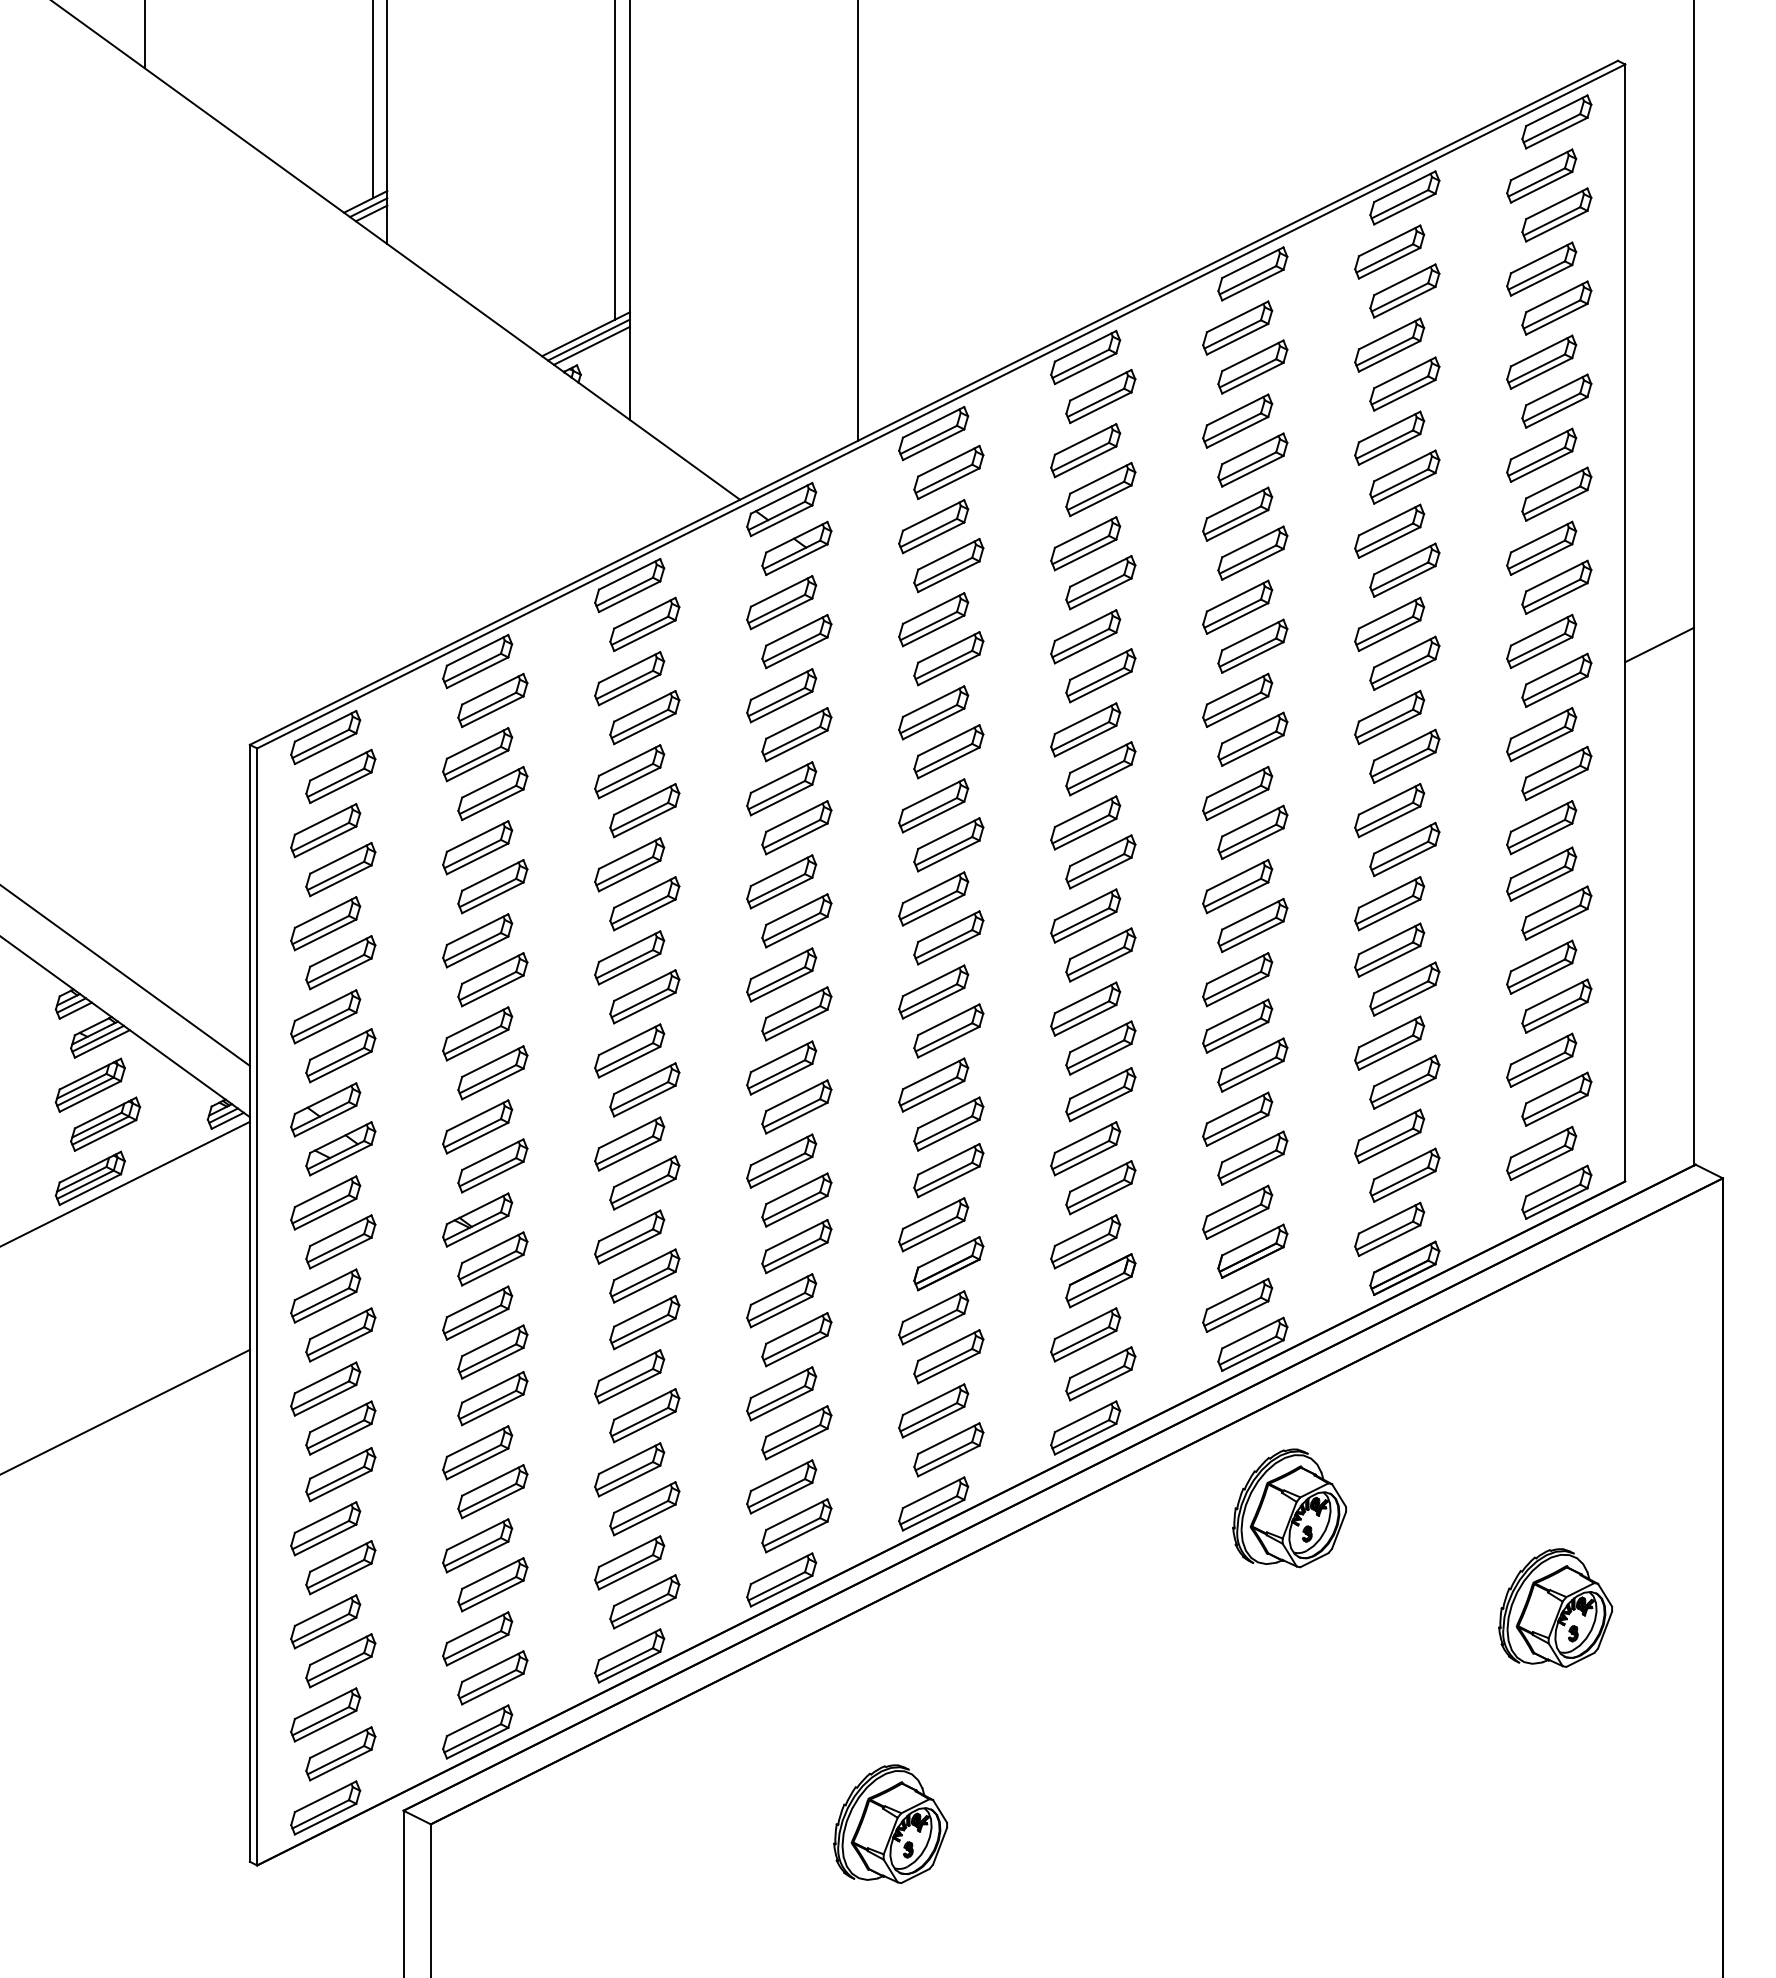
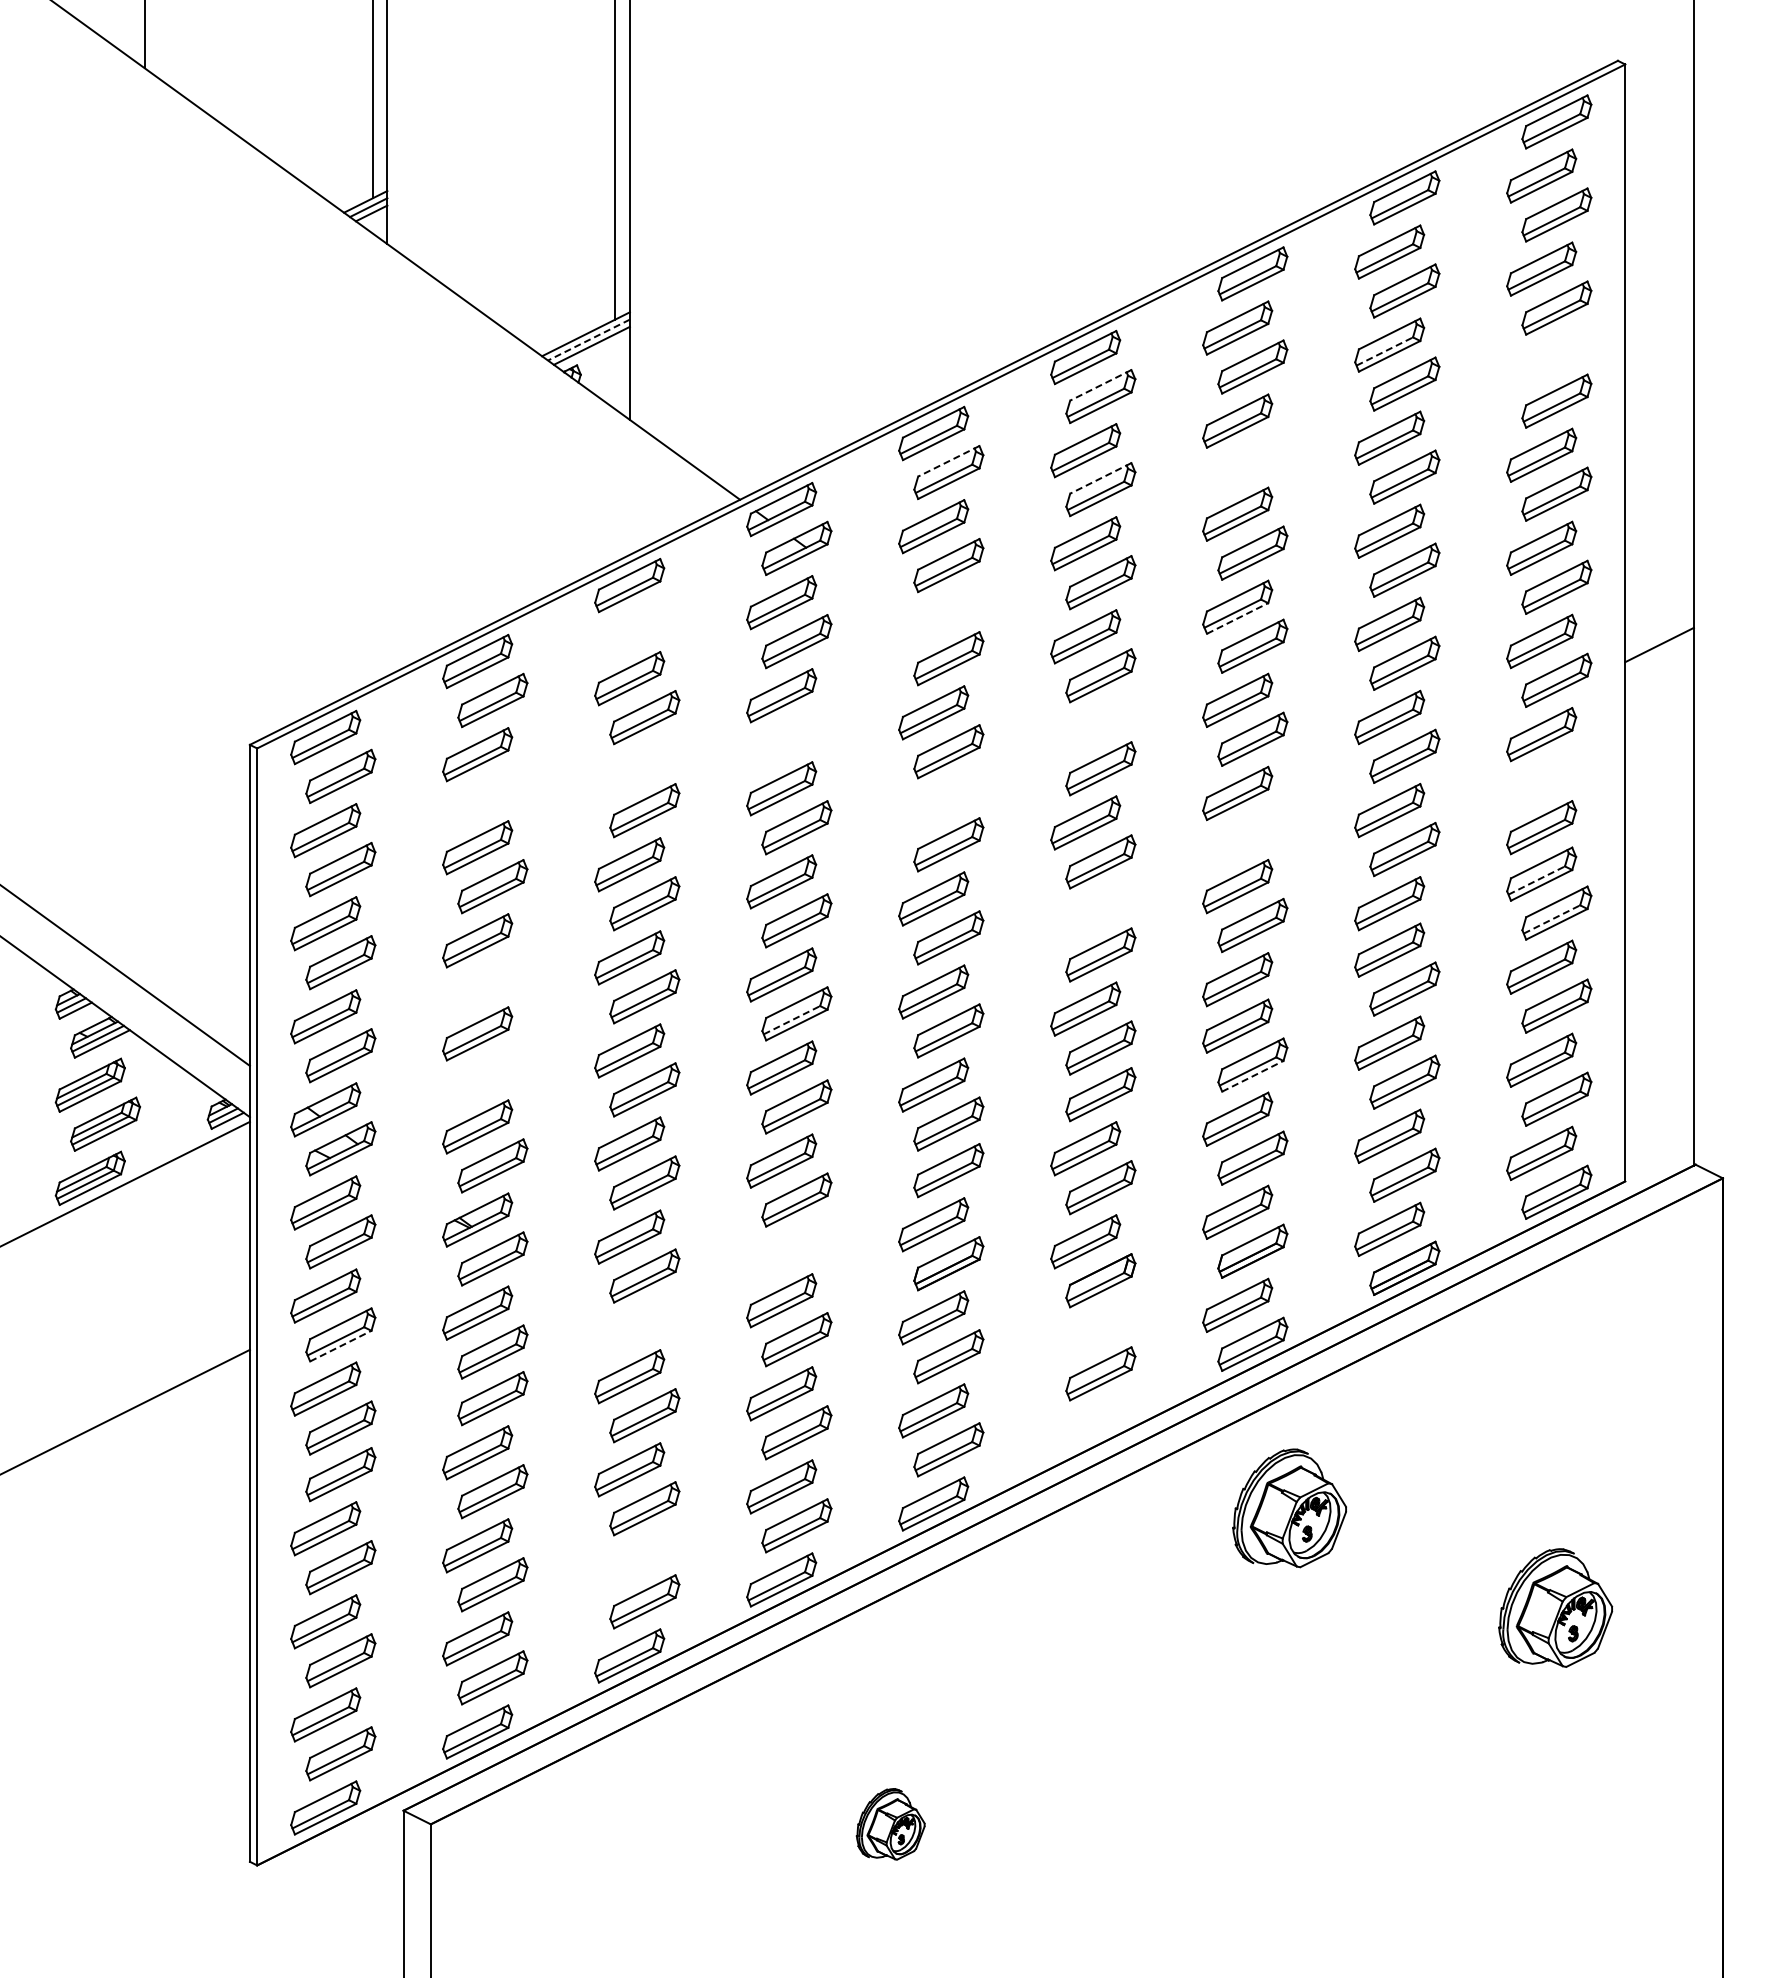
line at (857, 221): present -> none
line at (588, 340): solid -> dashed
line at (1384, 351): solid -> dashed
part at (1541, 361): present -> none
line at (1100, 385): solid -> dashed
part at (1252, 459): present -> none
line at (948, 461): solid -> dashed
line at (1100, 478): solid -> dashed
line at (1238, 618): solid -> dashed
part at (933, 619): present -> none
part at (644, 624): present -> none
part at (1085, 729): present -> none
part at (796, 734): present -> none
part at (629, 771): present -> none
part at (1556, 773): present -> none
part at (492, 793): present -> none
part at (933, 805): present -> none
part at (1252, 831): present -> none
line at (1536, 880): solid -> dashed
part at (1085, 915): present -> none
line at (1551, 919): solid -> dashed
part at (492, 979): present -> none
line at (791, 1020): solid -> dashed
part at (492, 1072): present -> none
line at (1253, 1076): solid -> dashed
part at (796, 1246): present -> none
part at (644, 1322): present -> none
part at (1085, 1334): present -> none
line at (341, 1345): solid -> dashed
part at (1085, 1427): present -> none
part at (629, 1562): present -> none
part at (890, 1824) size: 116x121 px -> 71x73 px
